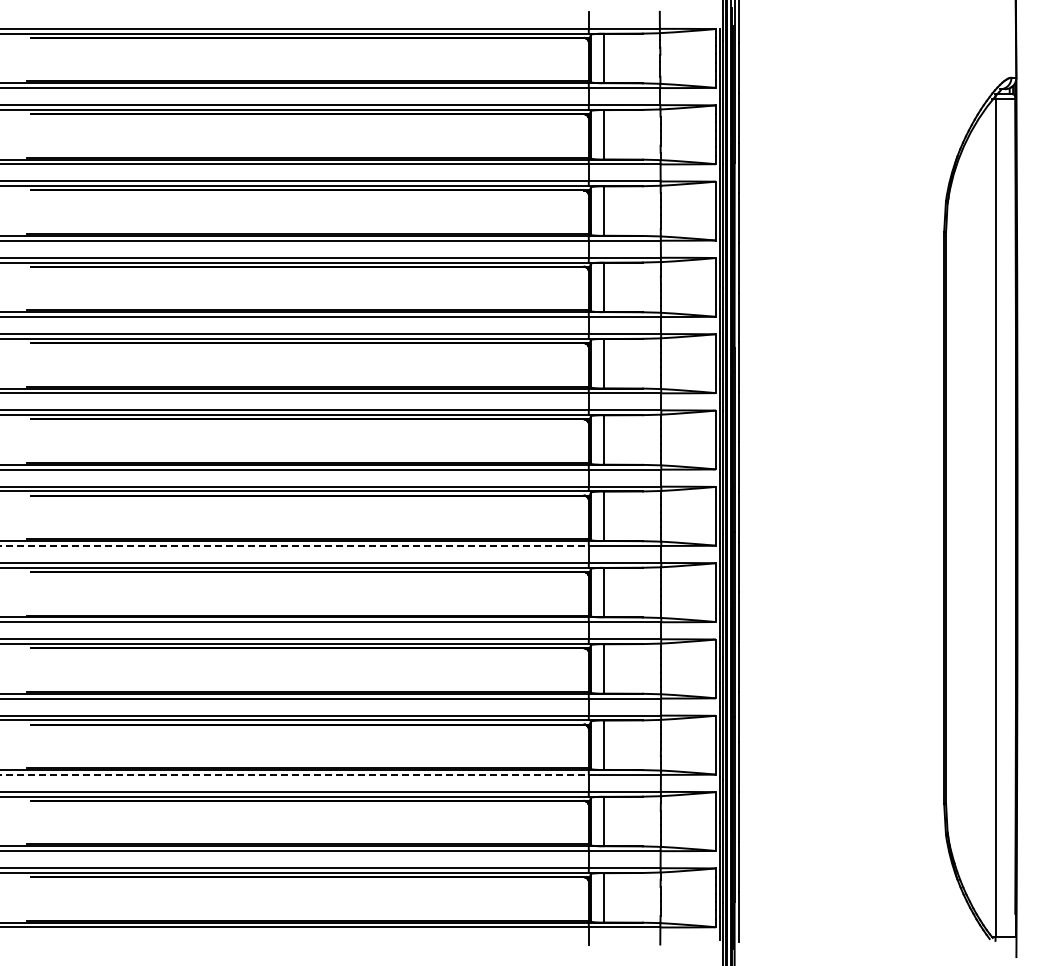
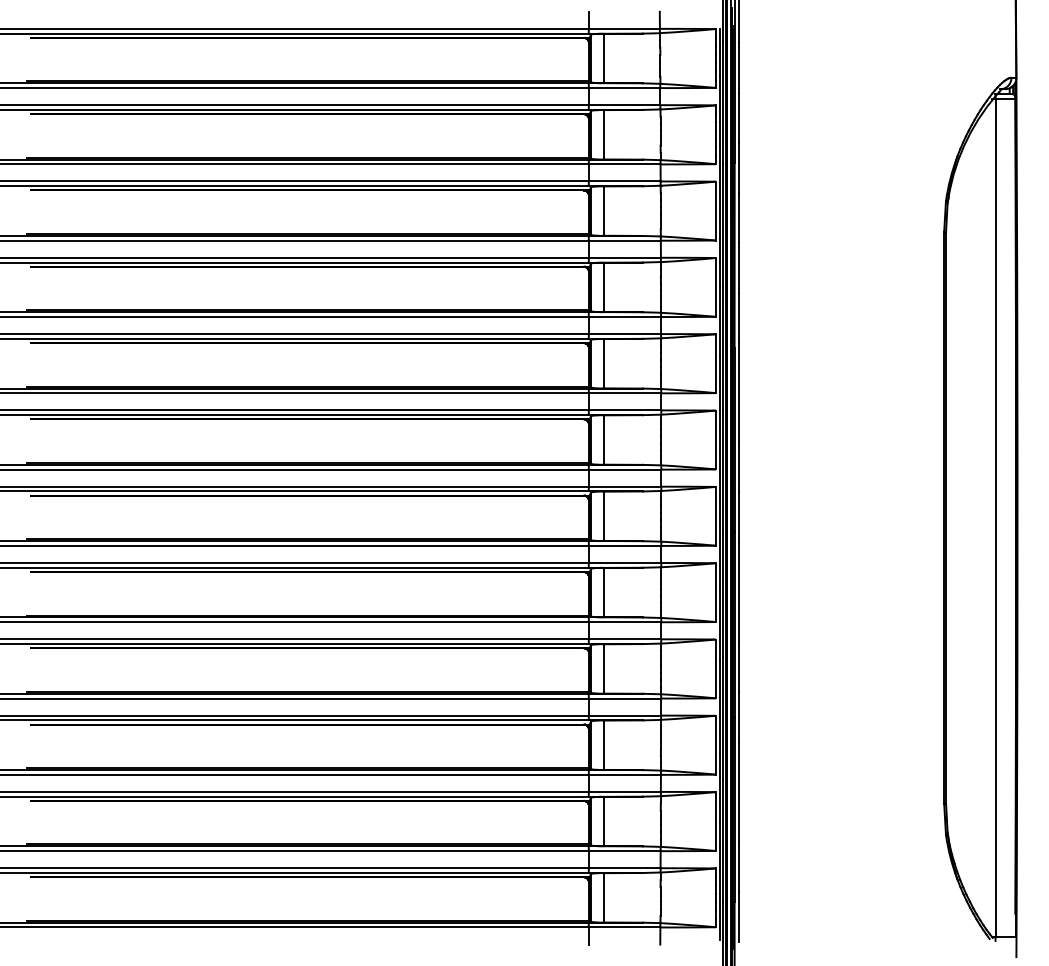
line at (295, 545): dashed -> solid
line at (295, 774): dashed -> solid
